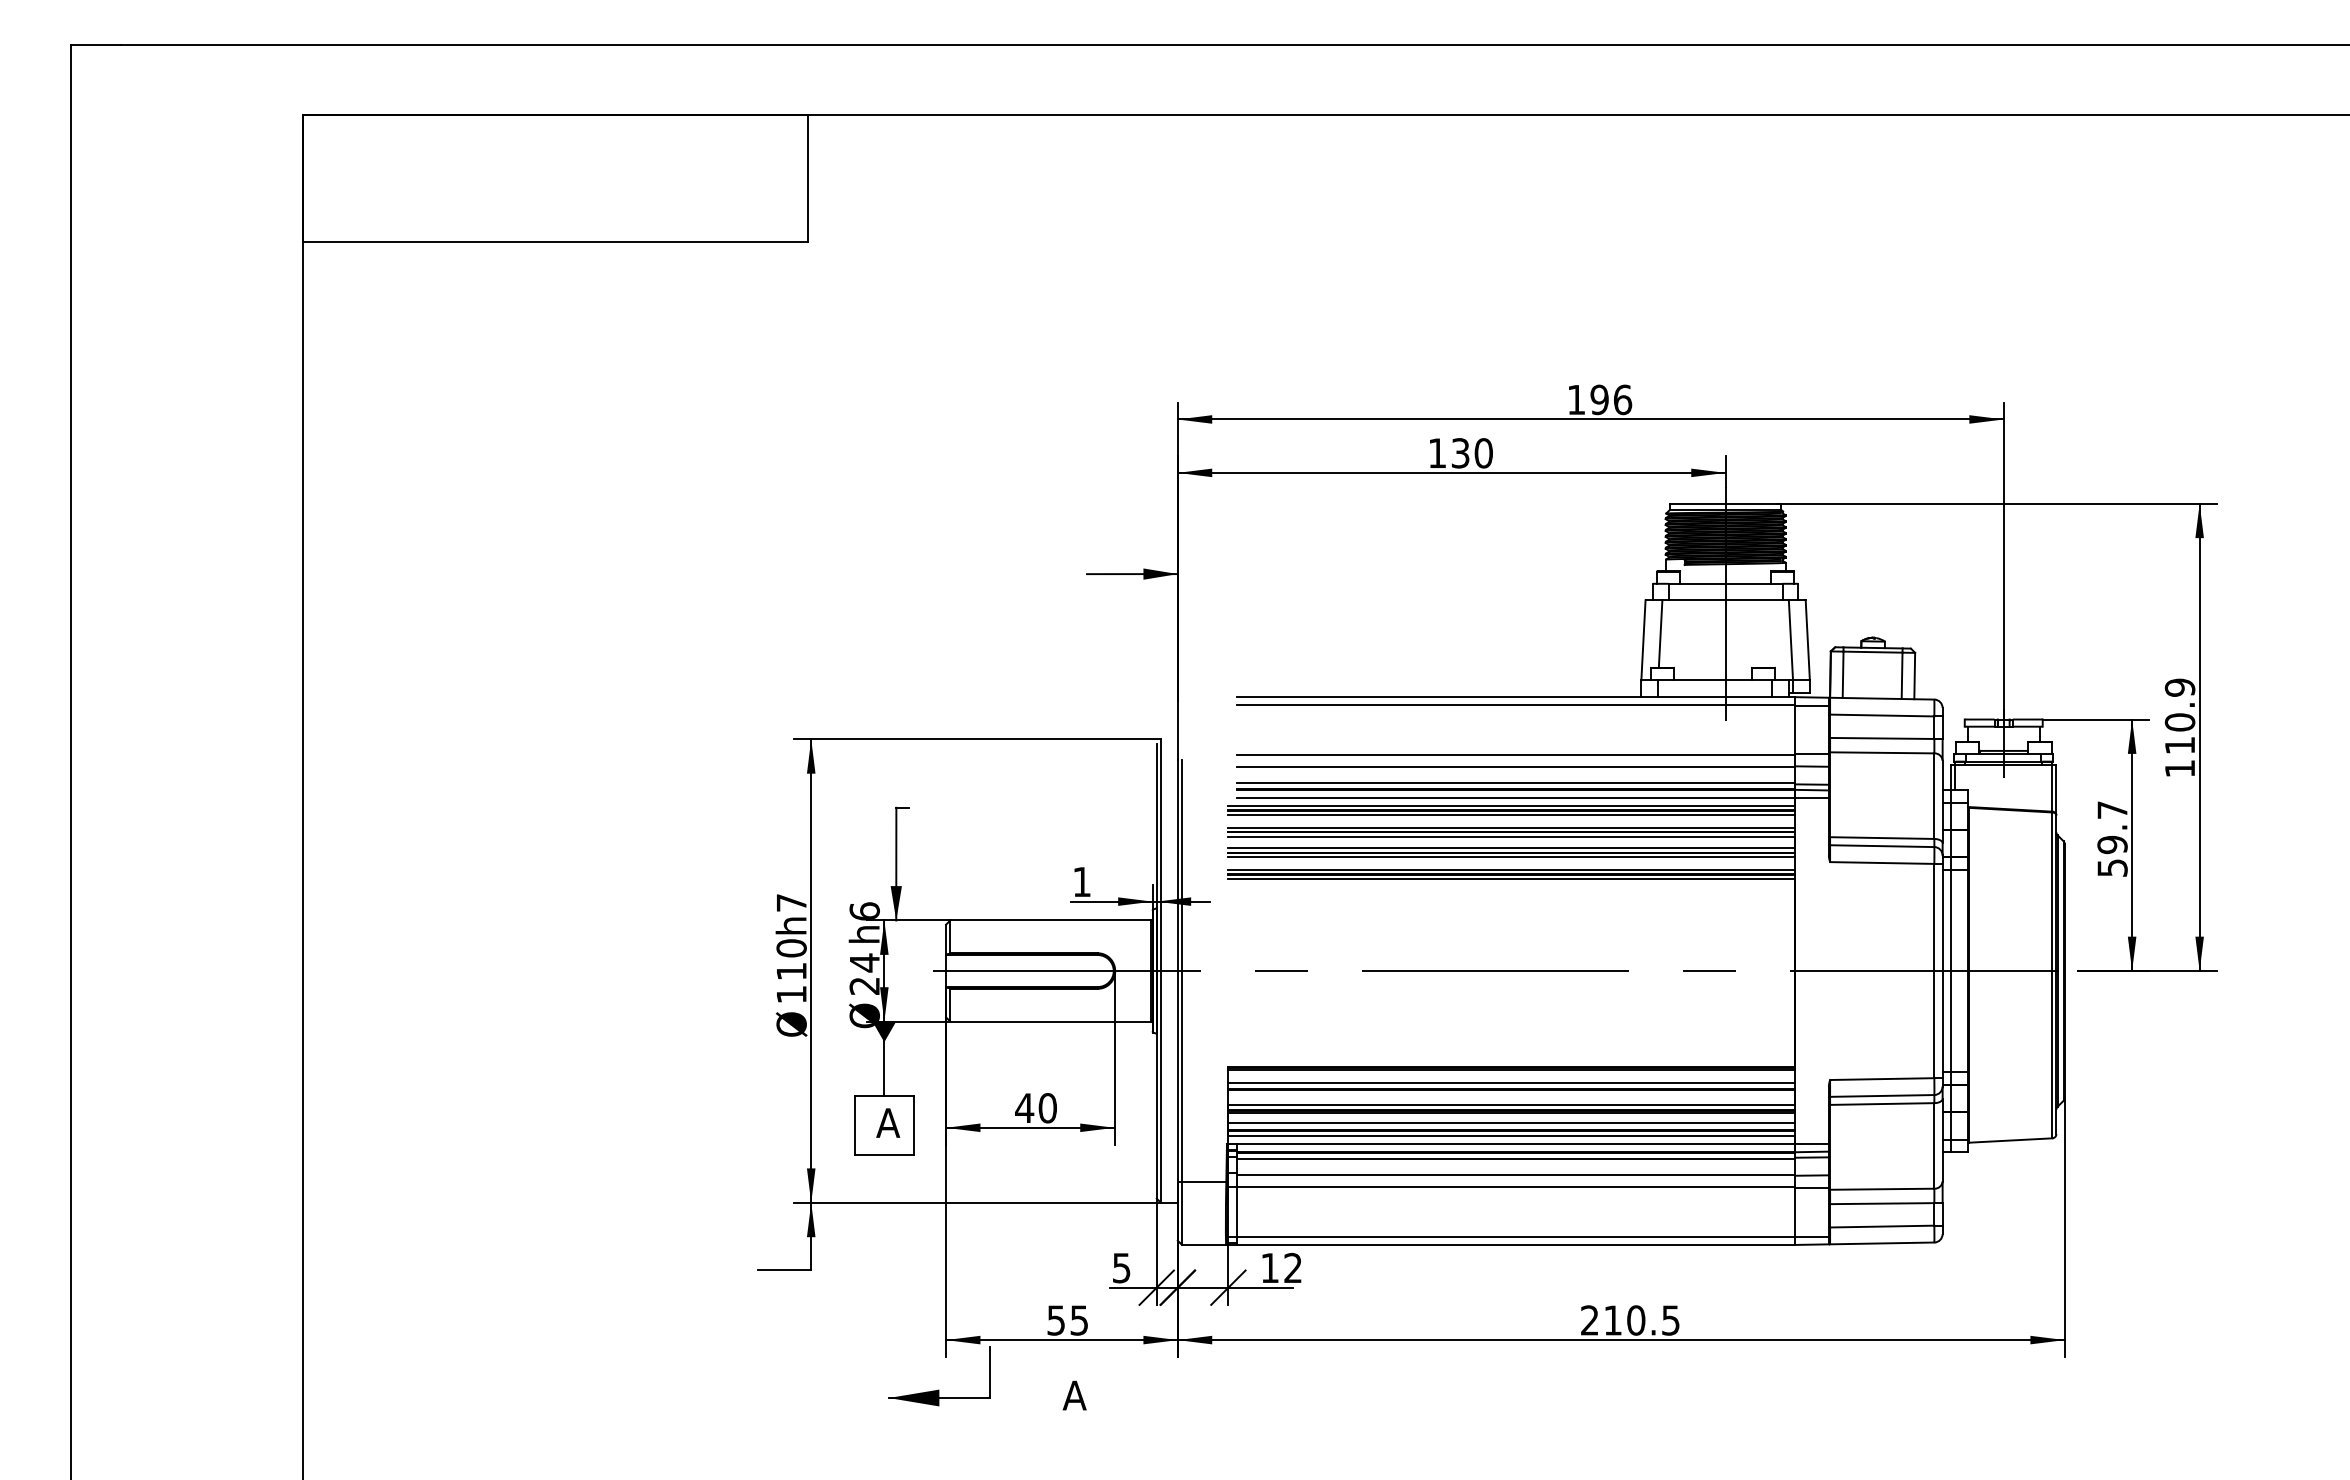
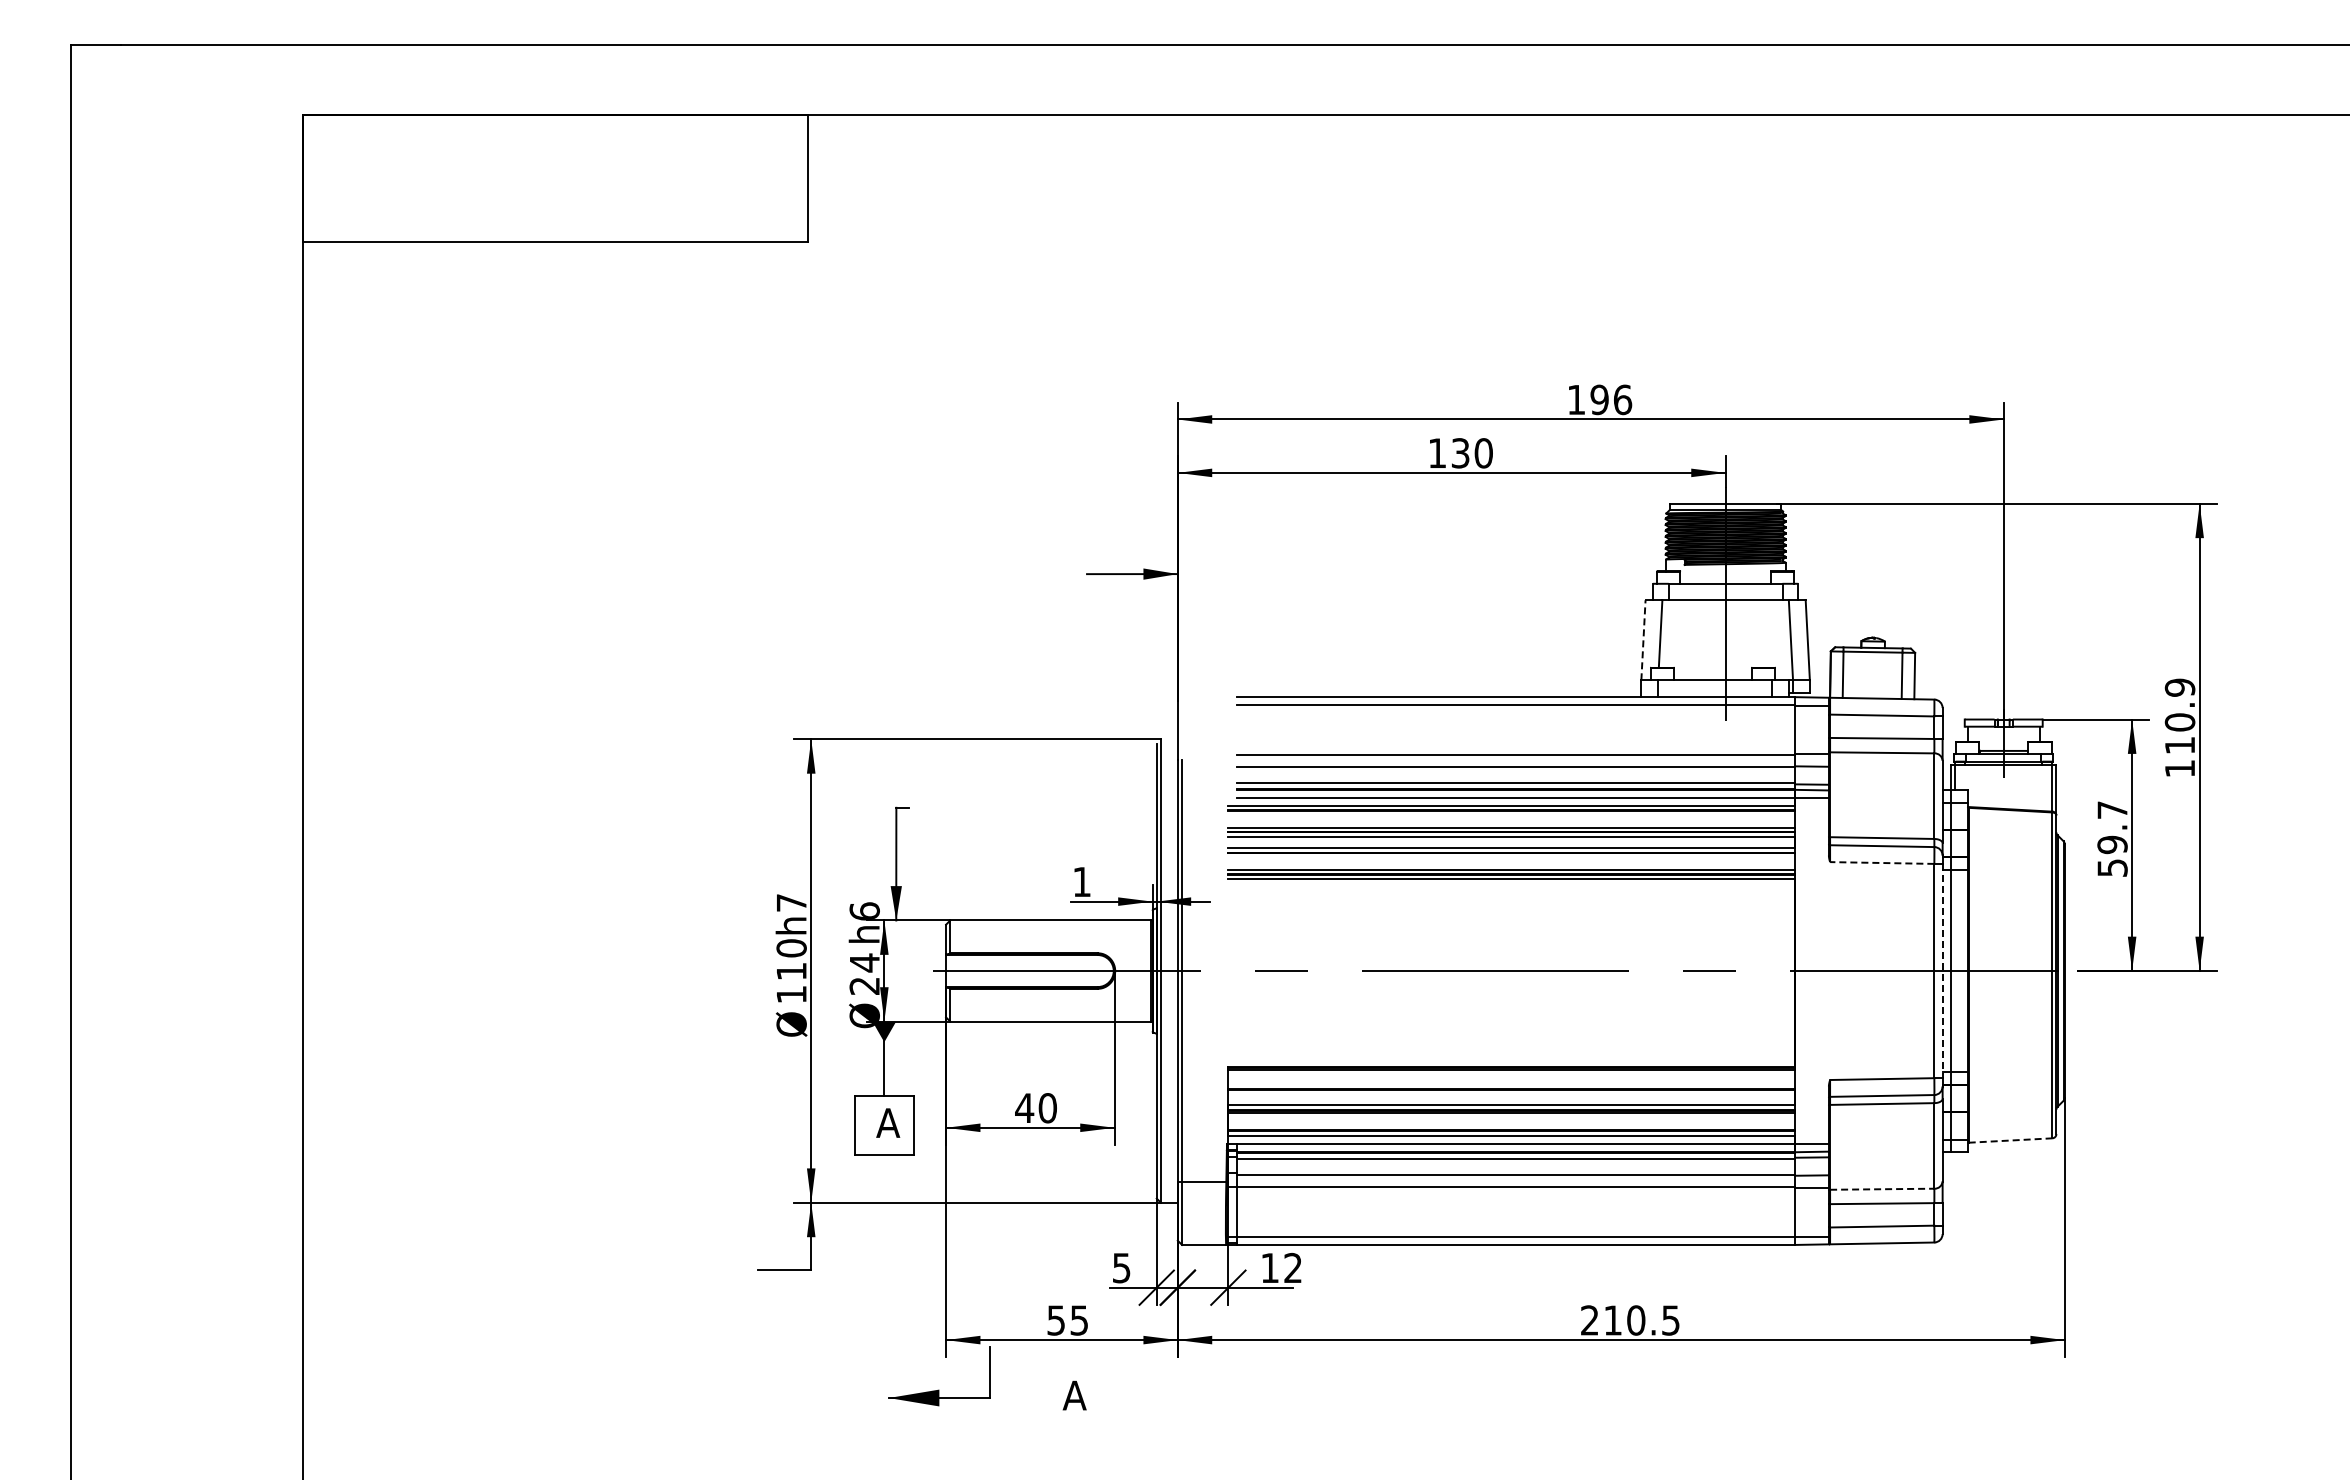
line at (1643, 639): solid -> dashed
line at (1511, 814): present -> none
line at (1511, 857): present -> none
line at (1881, 863): solid -> dashed
line at (1942, 971): solid -> dashed
line at (1511, 1082): present -> none
line at (1511, 1123): present -> none
line at (2010, 1140): solid -> dashed
line at (1881, 1189): solid -> dashed
